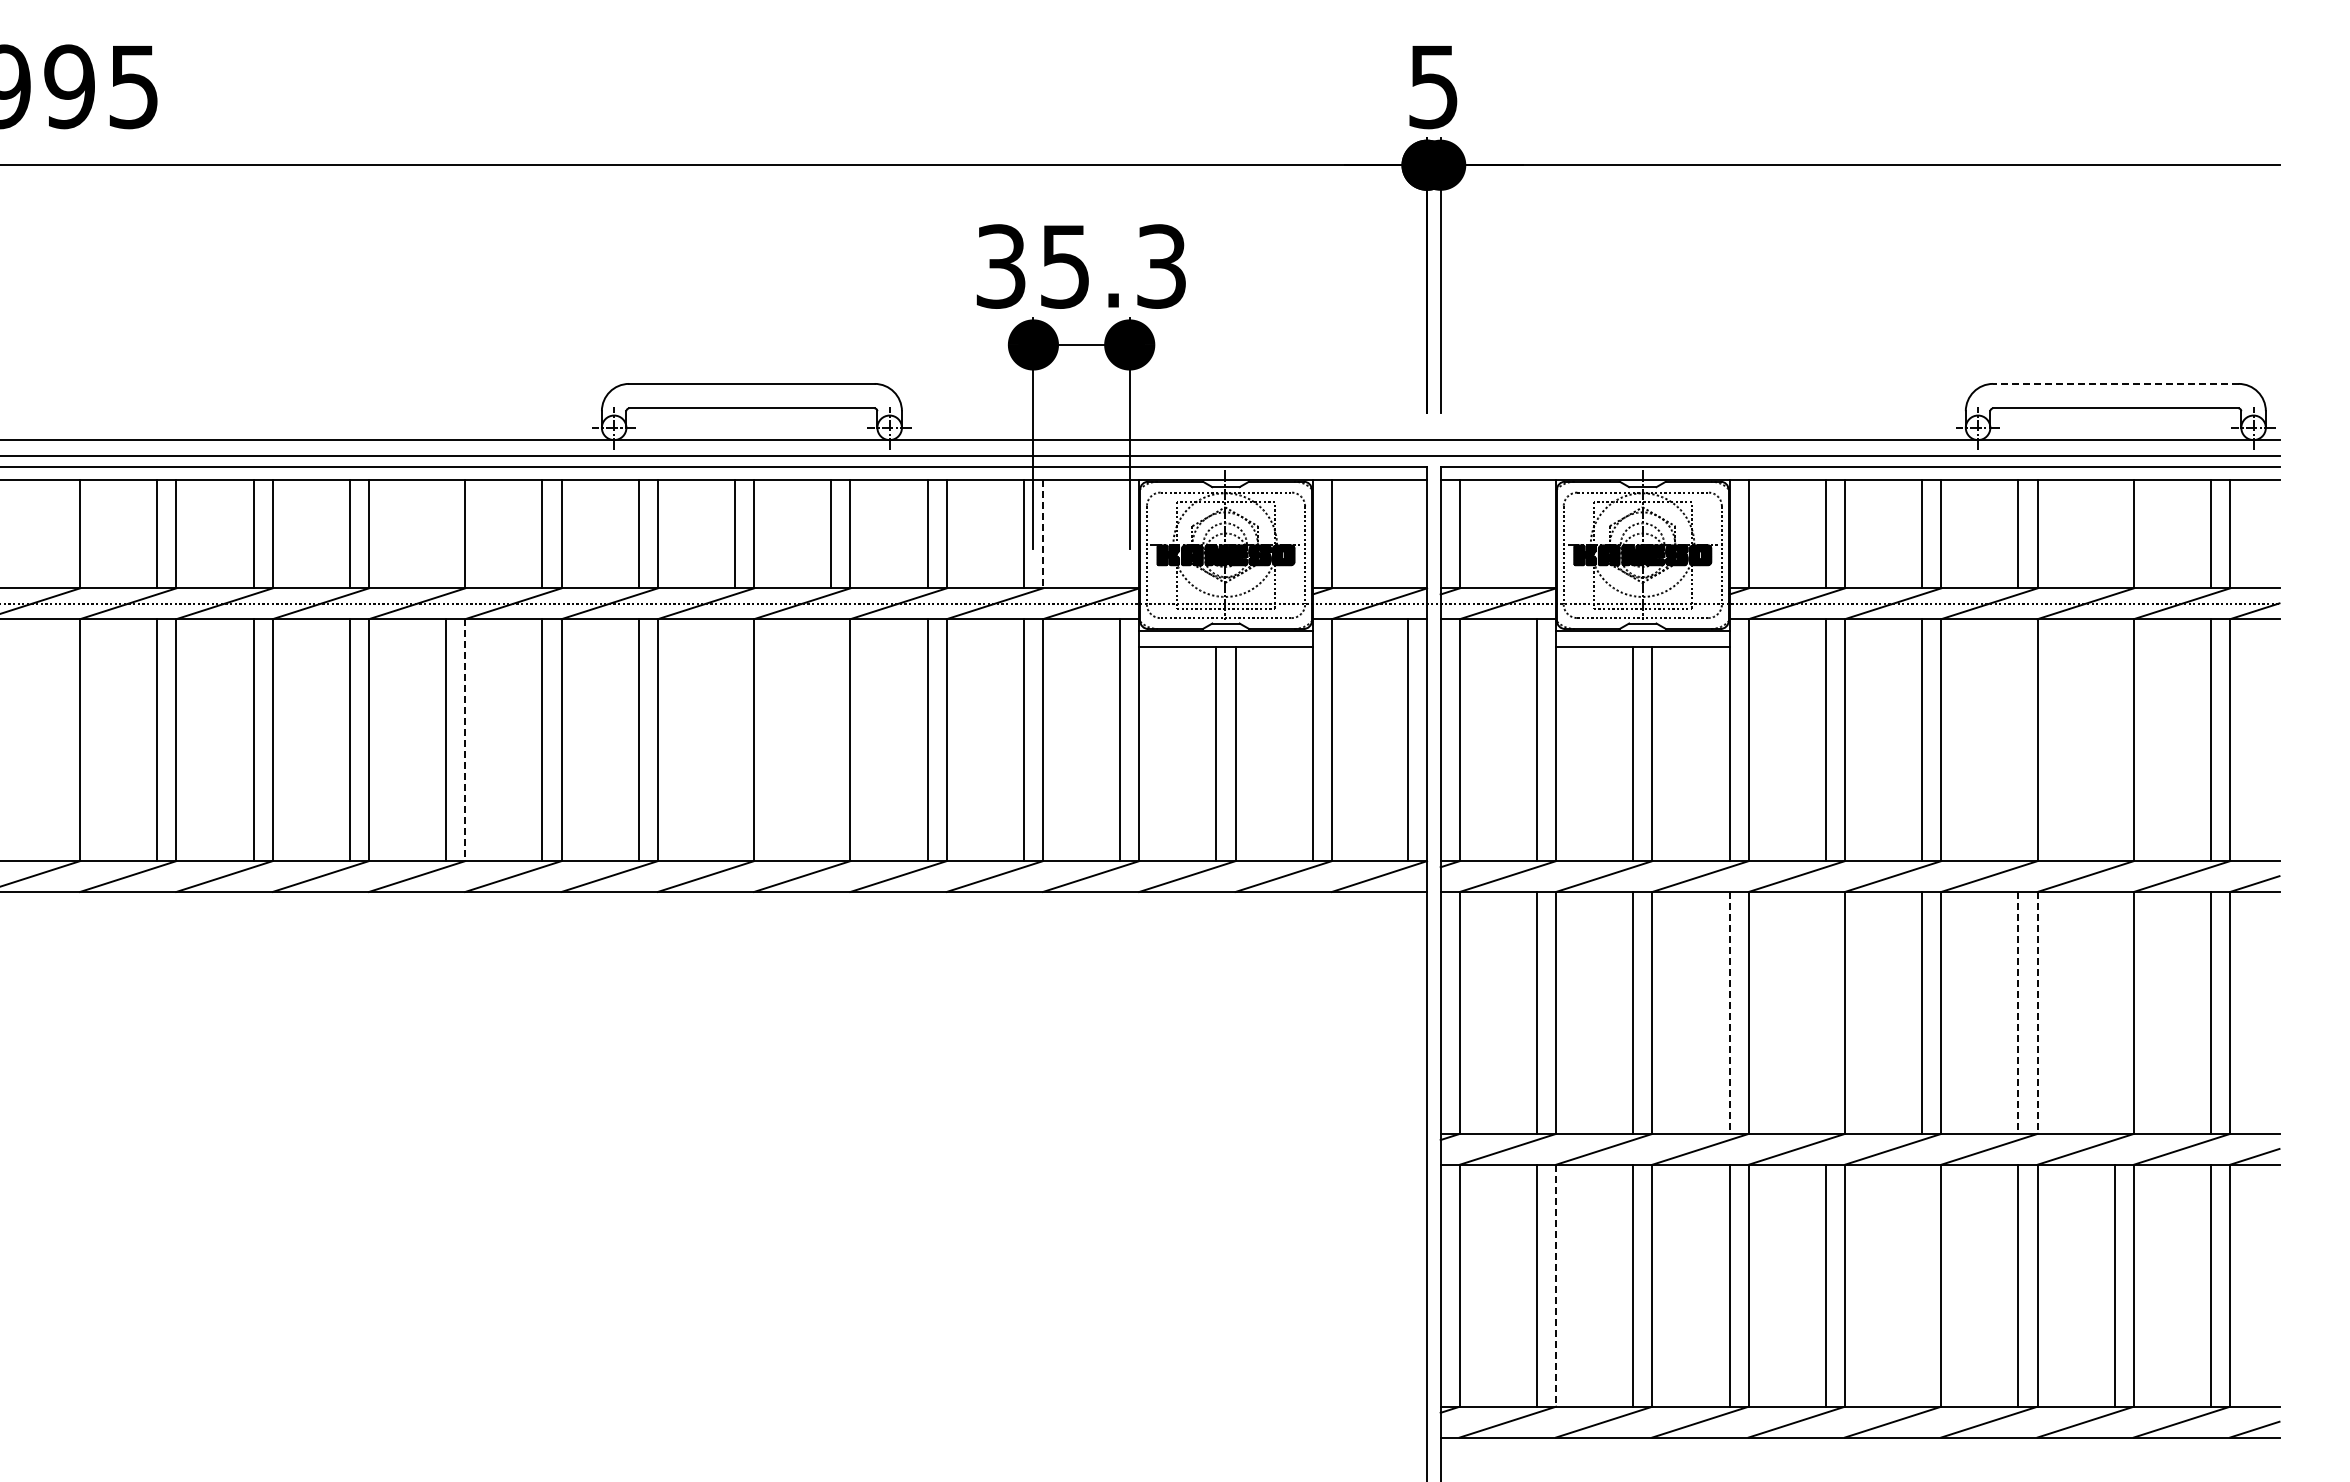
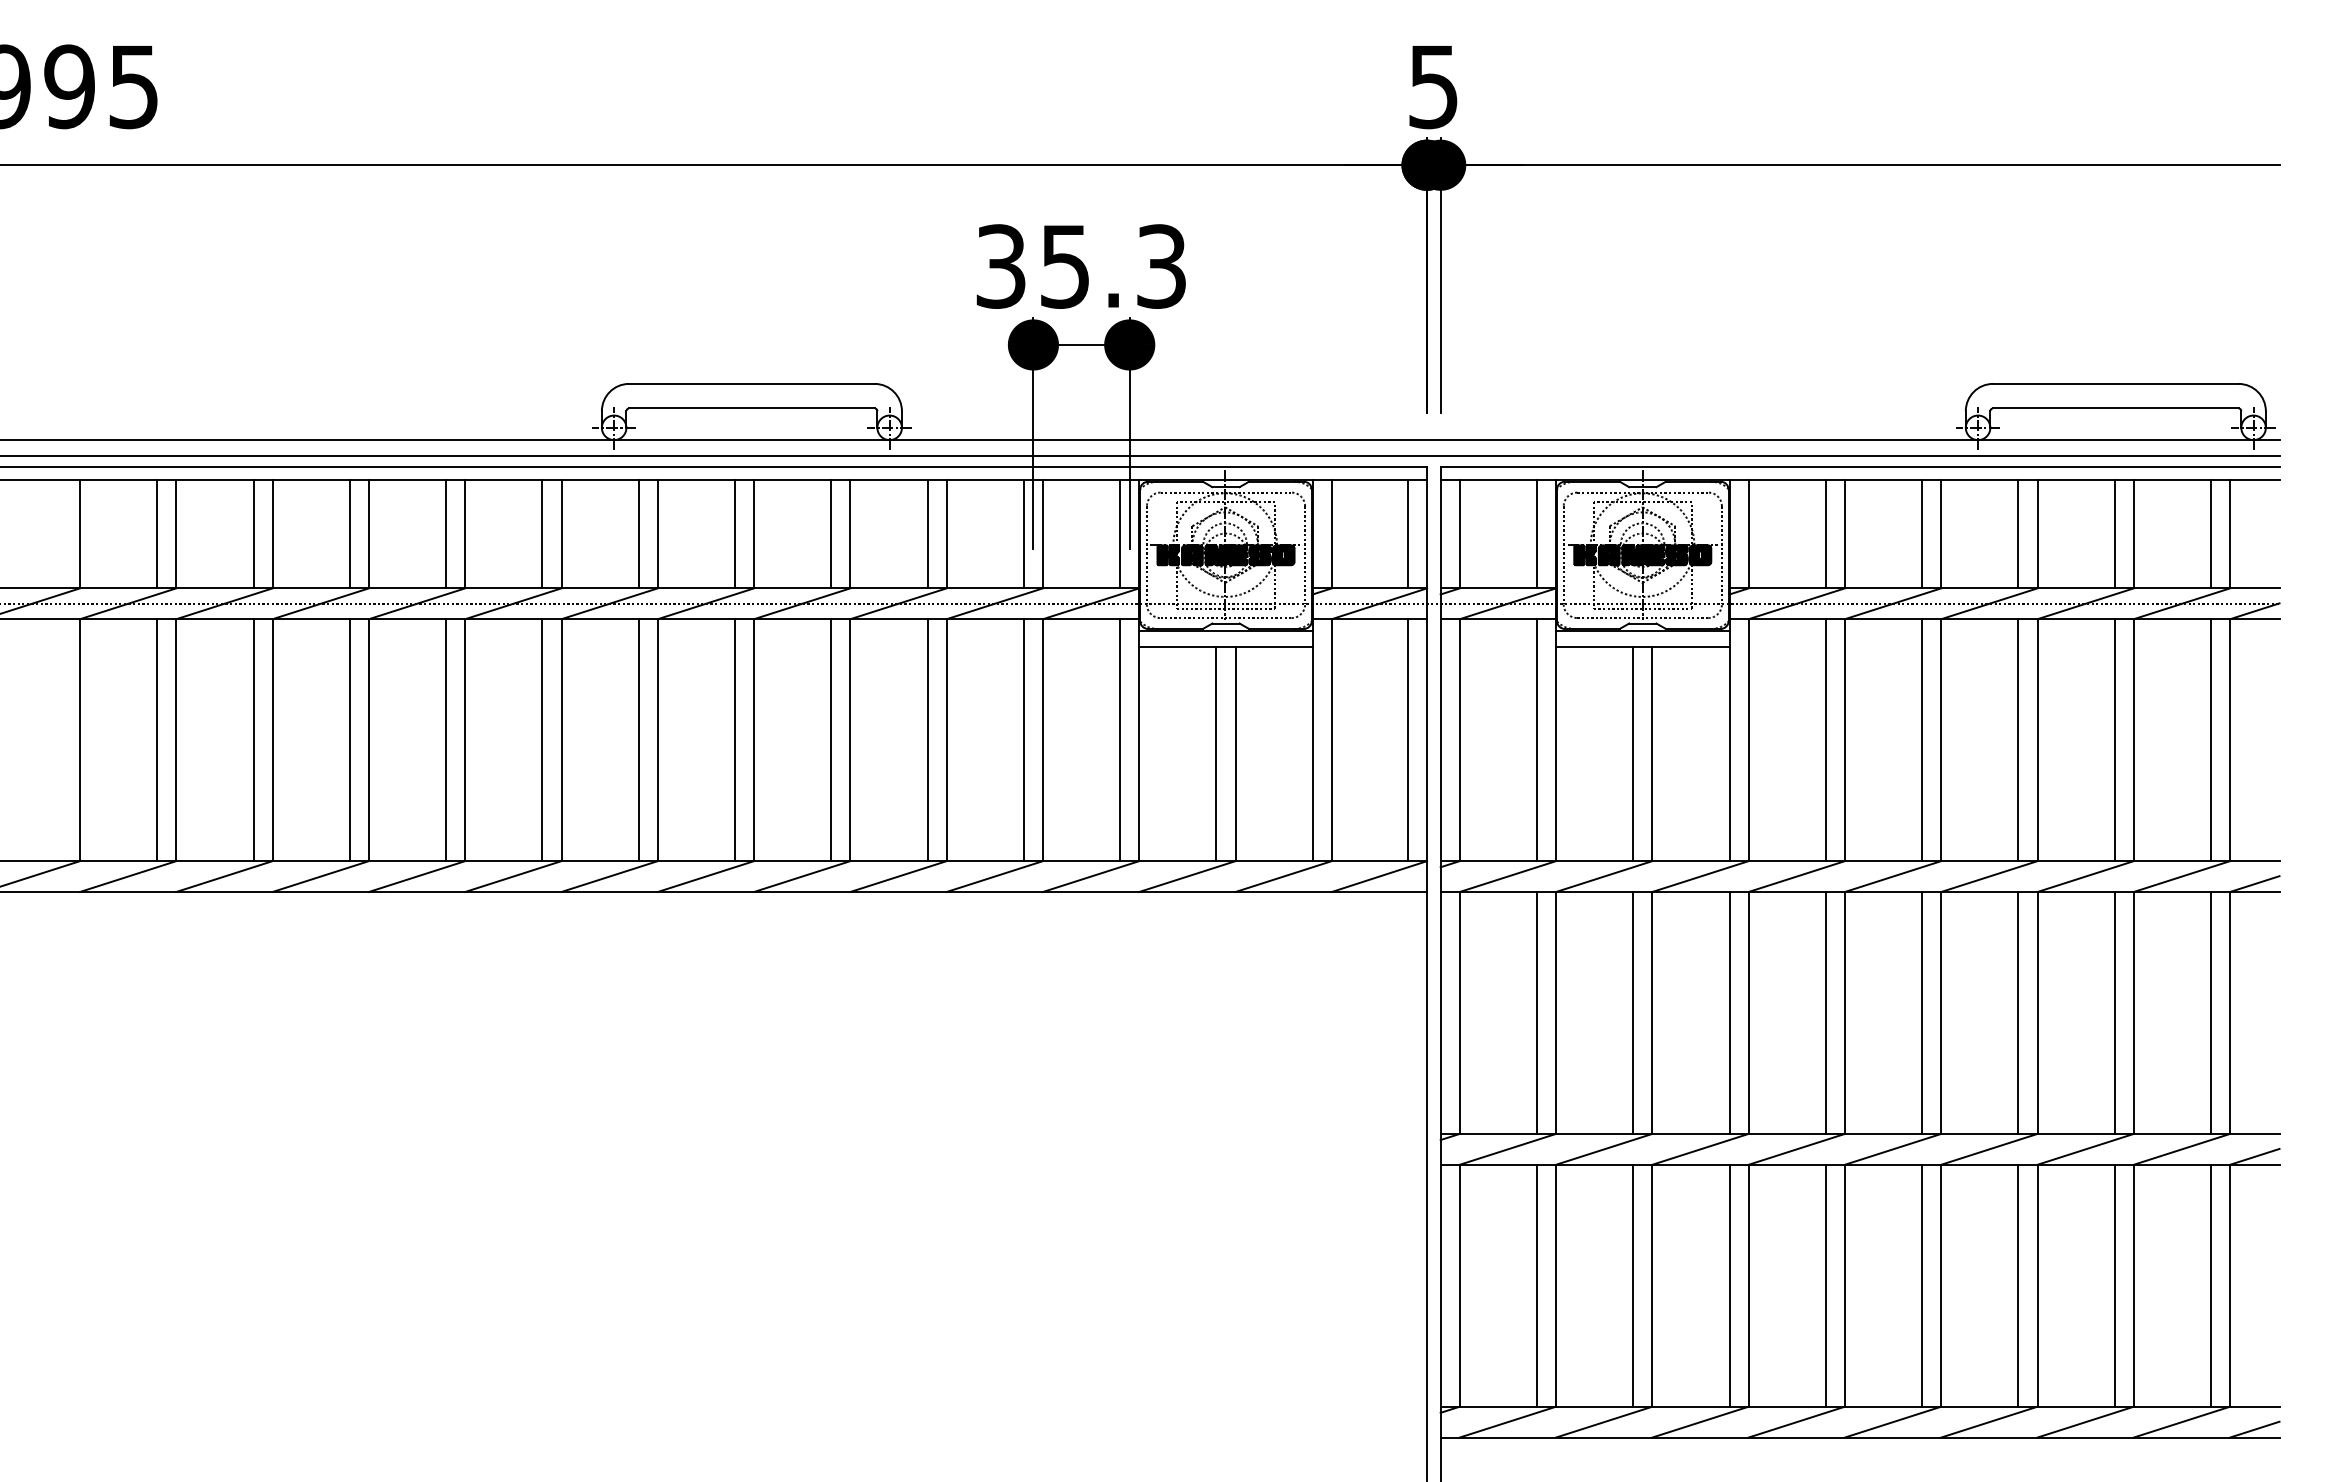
line at (2115, 383): dashed -> solid
line at (446, 533): none -> present
line at (1120, 533): none -> present
line at (1407, 533): none -> present
line at (1536, 533): none -> present
line at (2114, 533): none -> present
line at (1042, 534): dashed -> solid
line at (465, 740): dashed -> solid
line at (735, 740): none -> present
line at (831, 740): none -> present
line at (2018, 740): none -> present
line at (2114, 740): none -> present
line at (1729, 1012): dashed -> solid
line at (1825, 1012): none -> present
line at (2018, 1012): dashed -> solid
line at (2037, 1012): dashed -> solid
line at (2114, 1012): none -> present
line at (1556, 1285): dashed -> solid
line at (1922, 1285): none -> present
